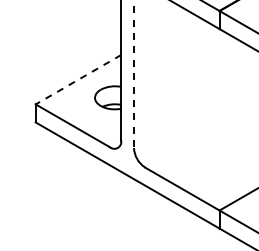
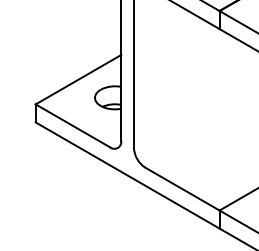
line at (133, 74): dashed -> solid
line at (78, 79): dashed -> solid
